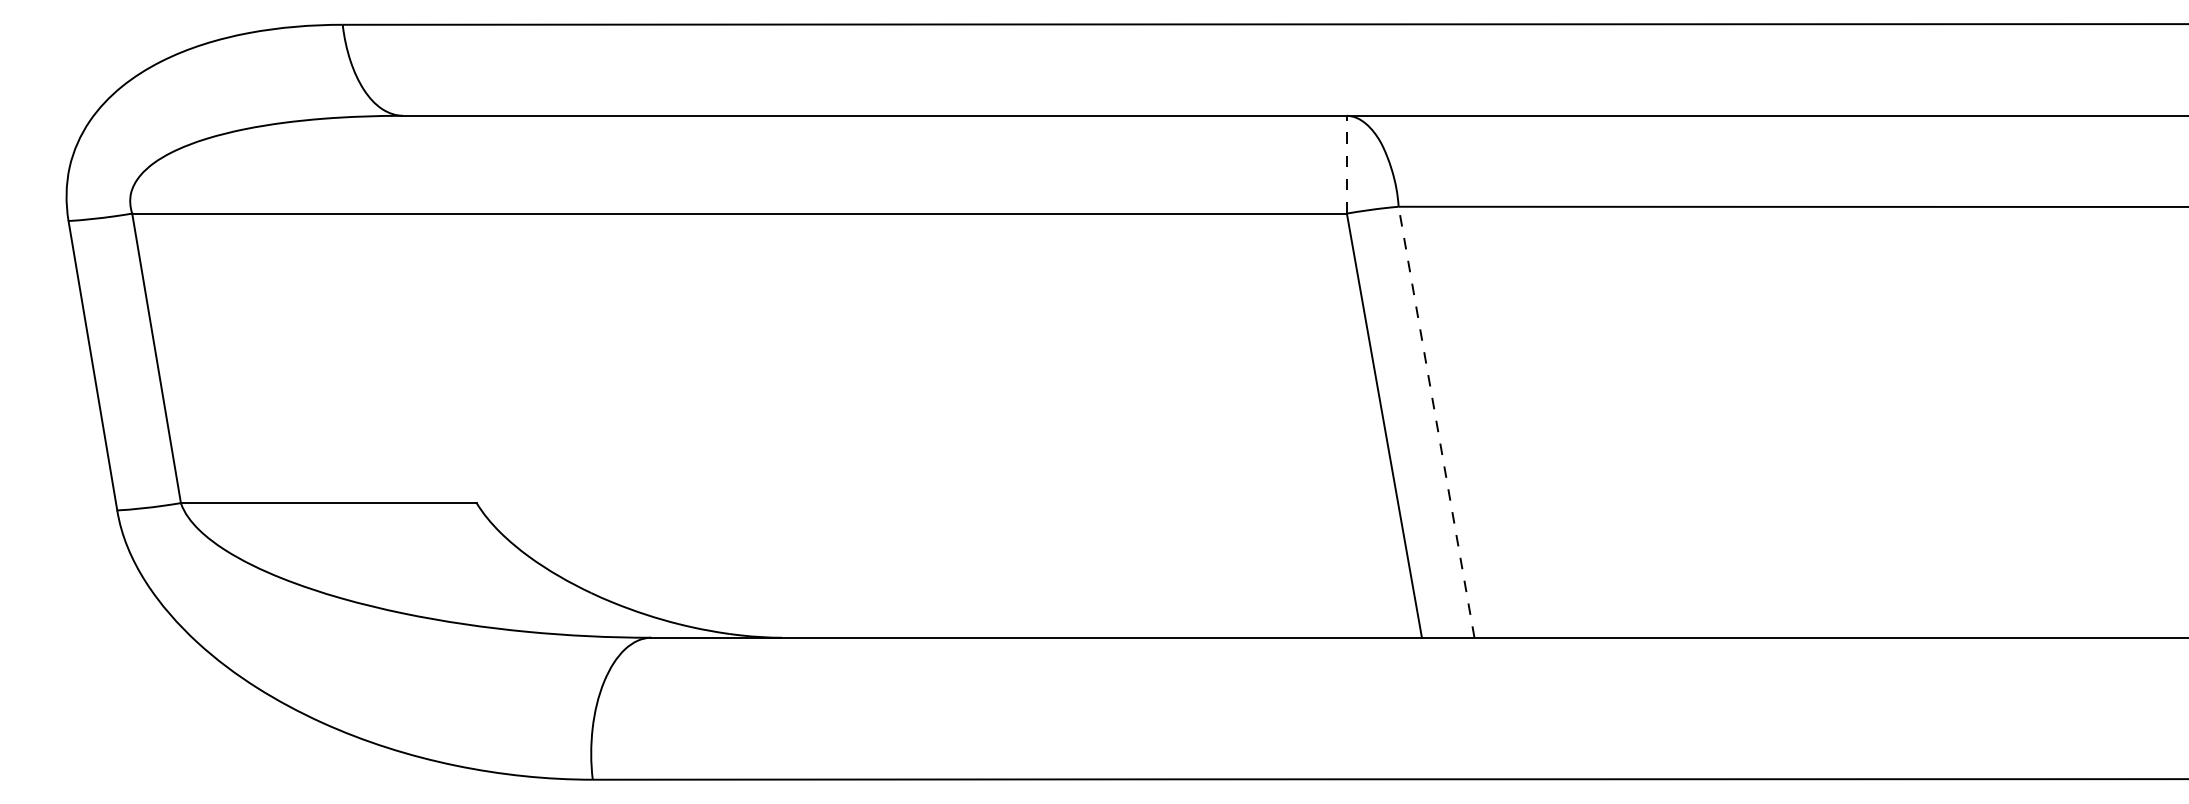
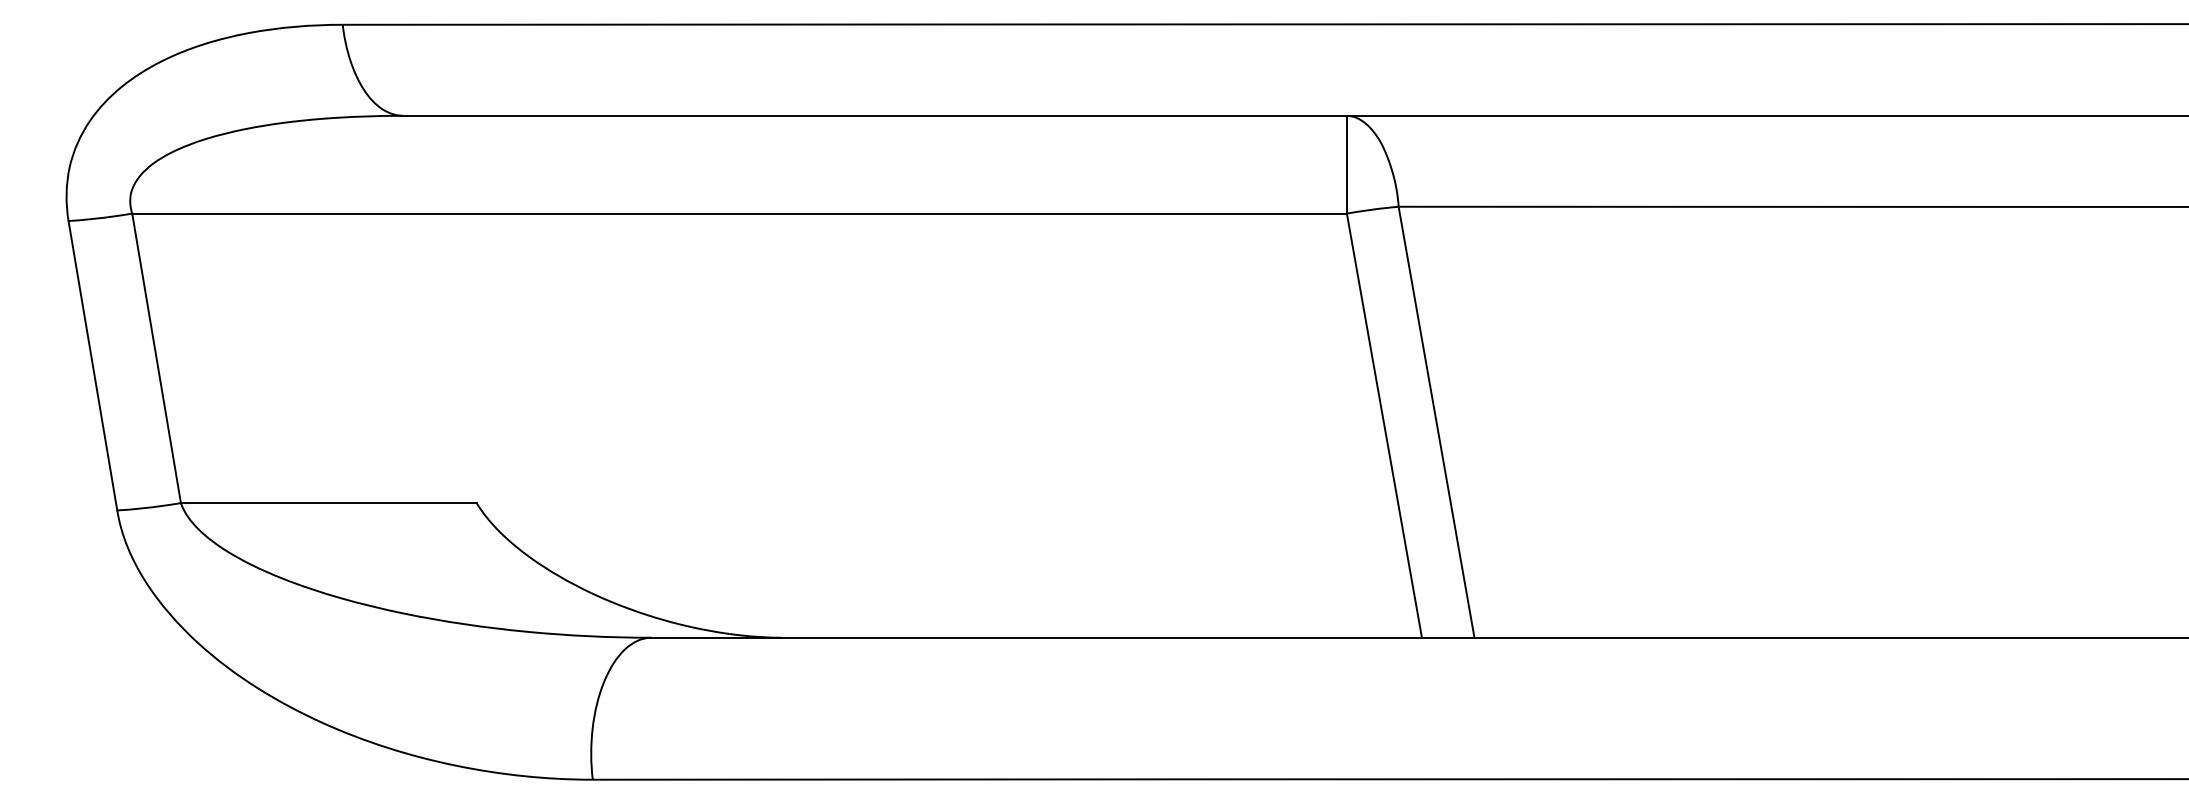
line at (1346, 164): dashed -> solid
line at (1436, 422): dashed -> solid
